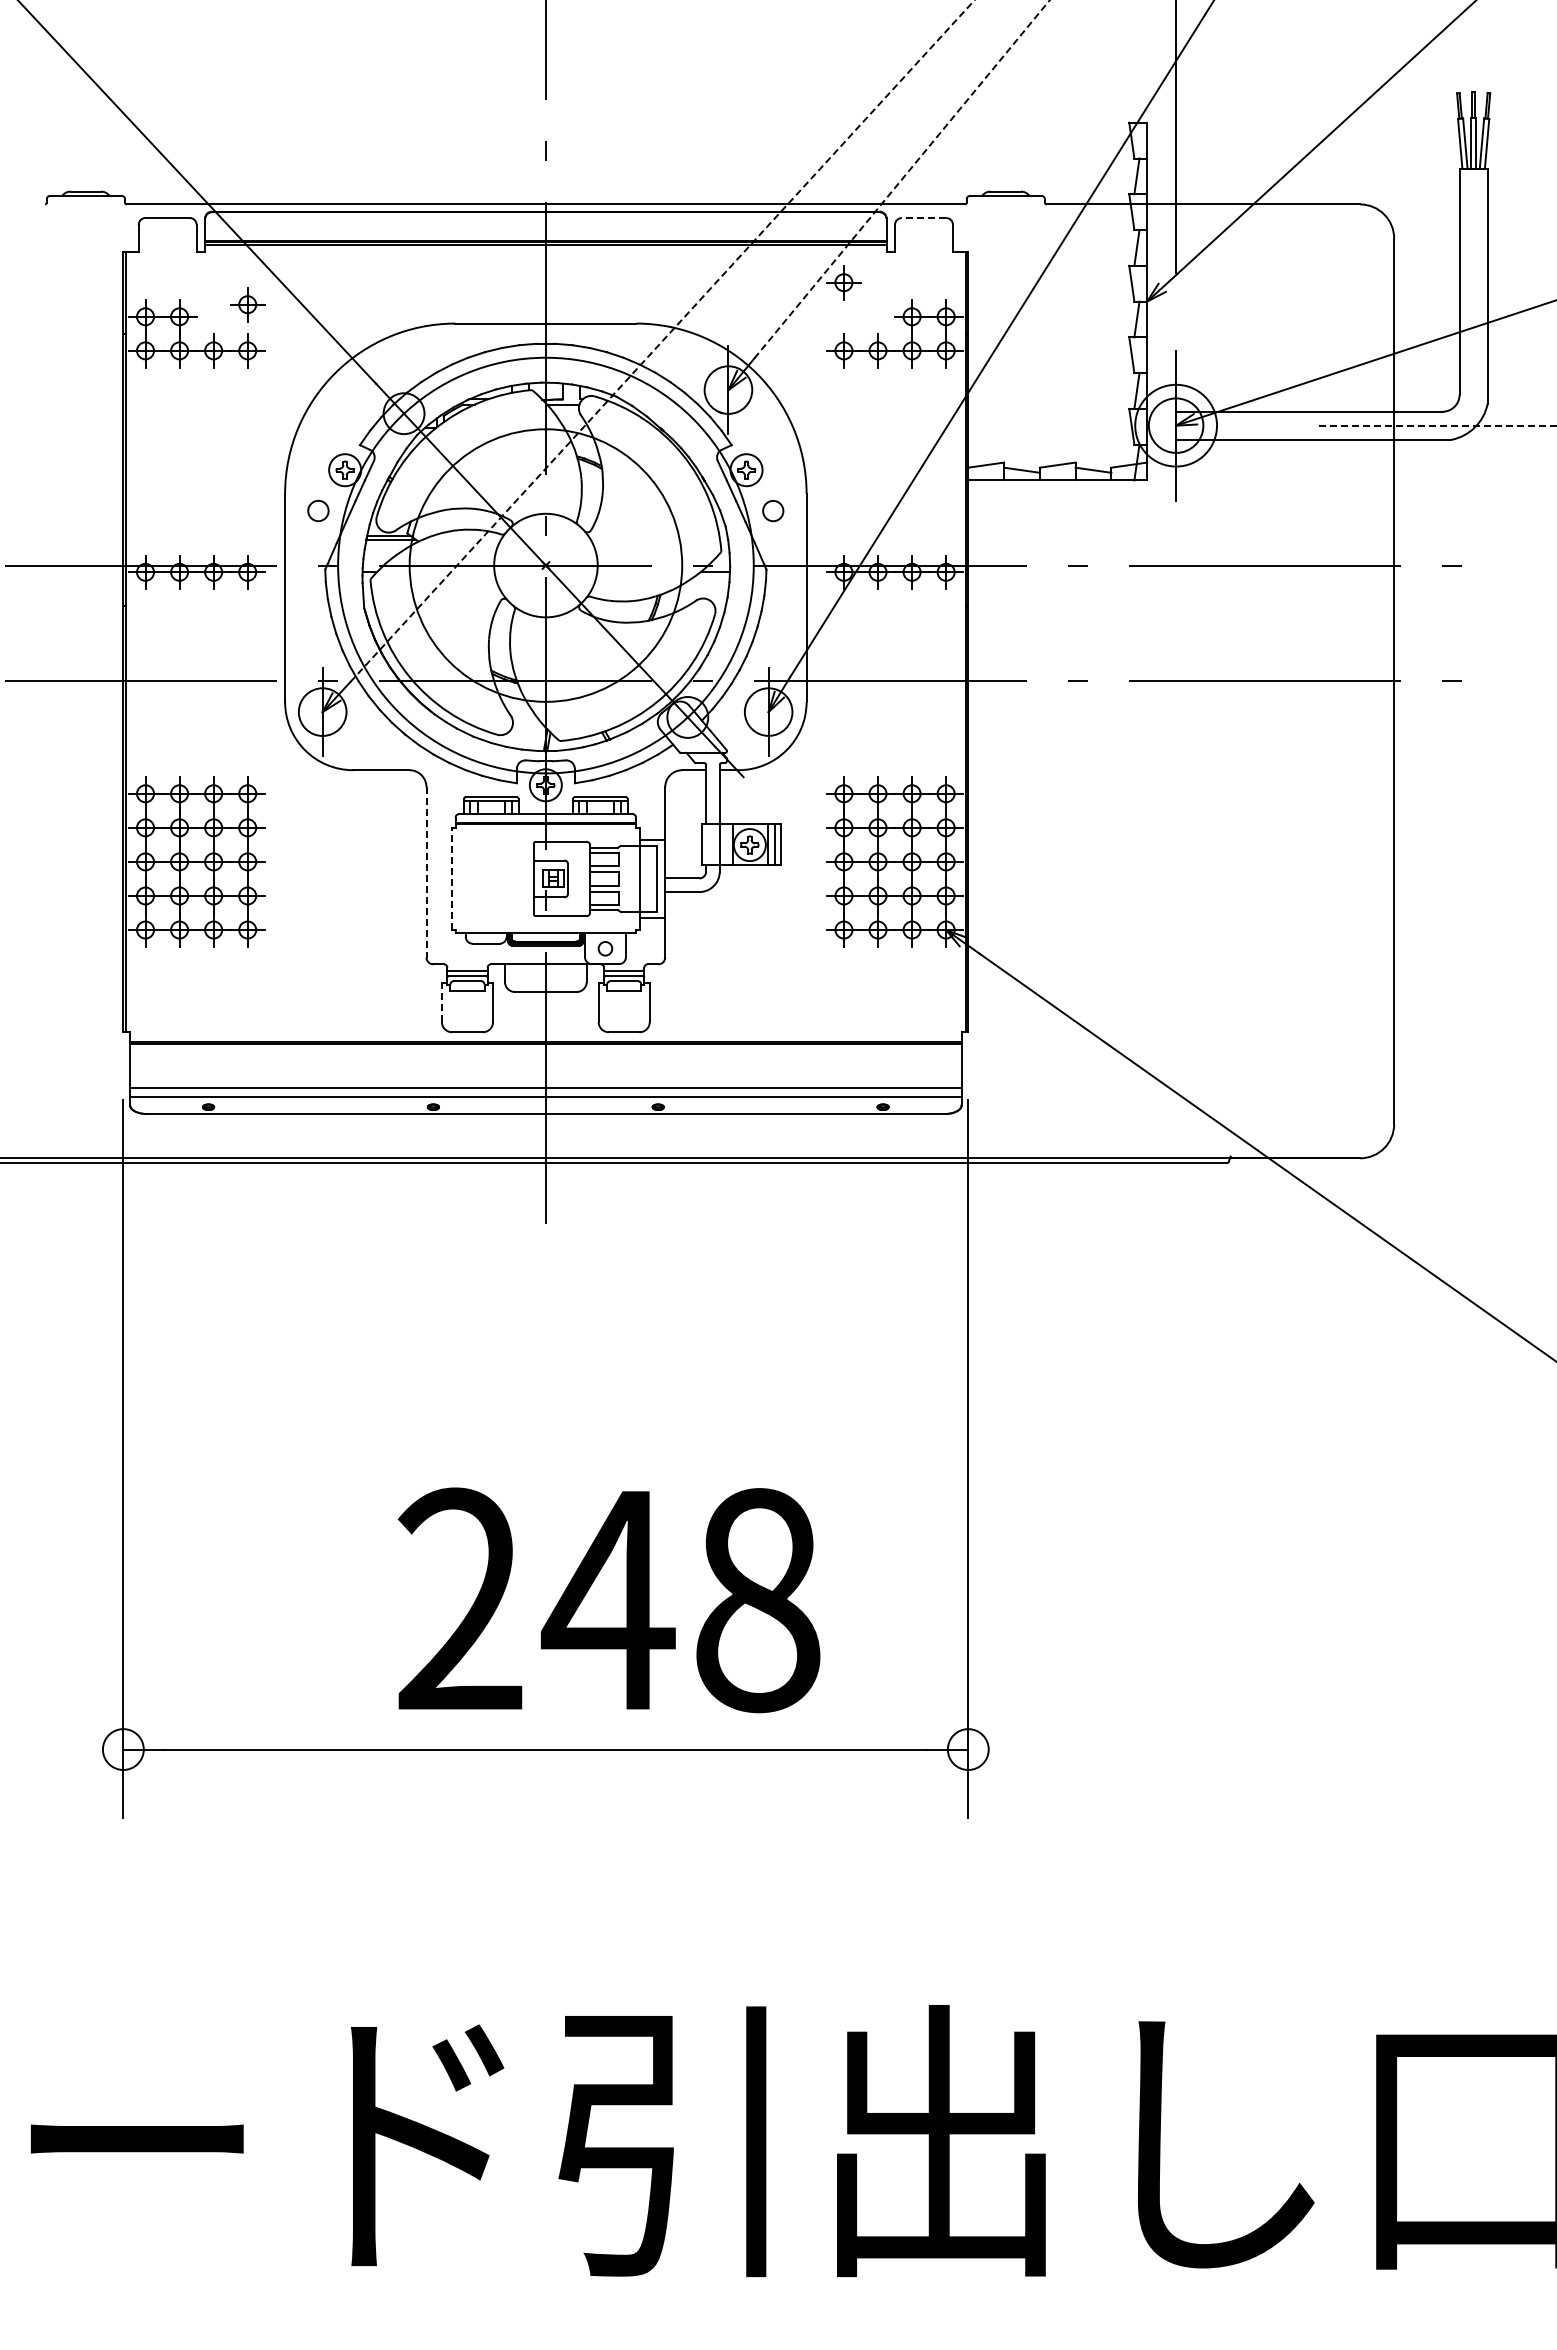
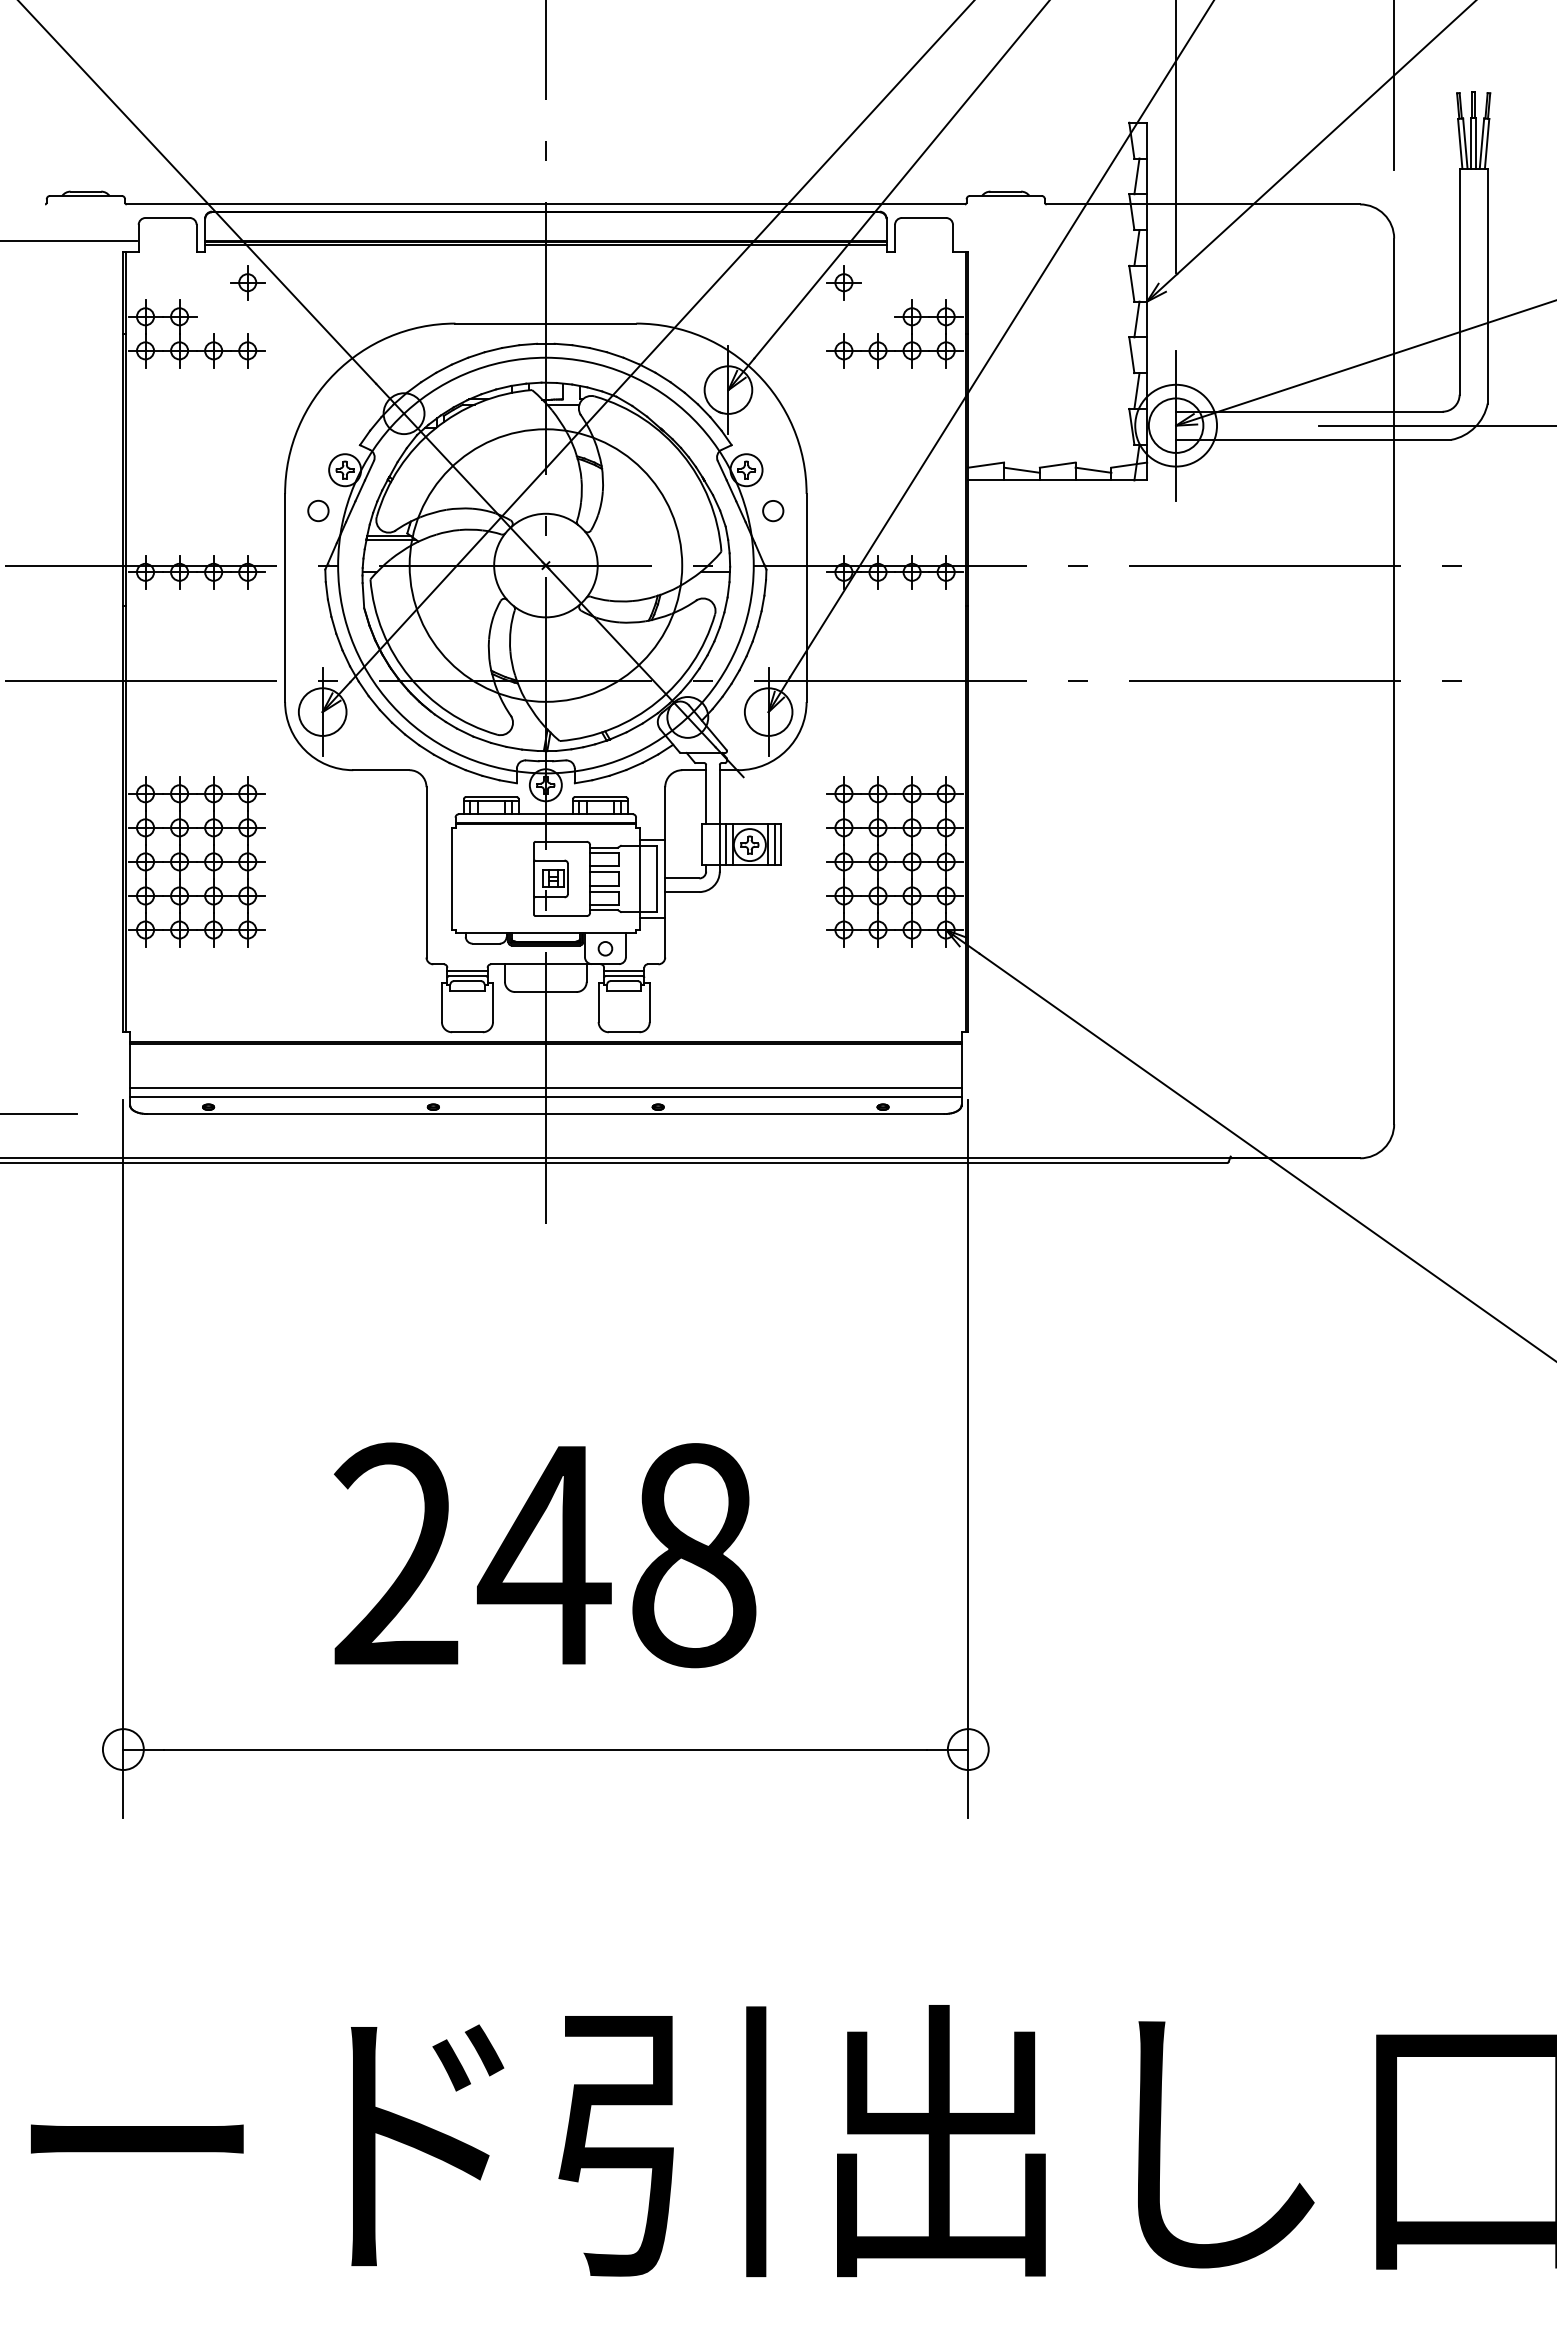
line at (1394, 86): none -> present
line at (901, 179): dashed -> solid
line at (923, 218): dashed -> solid
line at (69, 241): none -> present
part at (247, 304) position: (247, 304) -> (247, 282)
line at (662, 341): dashed -> solid
line at (1438, 425): dashed -> solid
line at (725, 844): none -> present
line at (426, 872): dashed -> solid
line at (452, 878): dashed -> solid
line at (441, 1002): dashed -> solid
line at (39, 1114): none -> present
text at (609, 1600) position: (609, 1600) -> (545, 1555)
